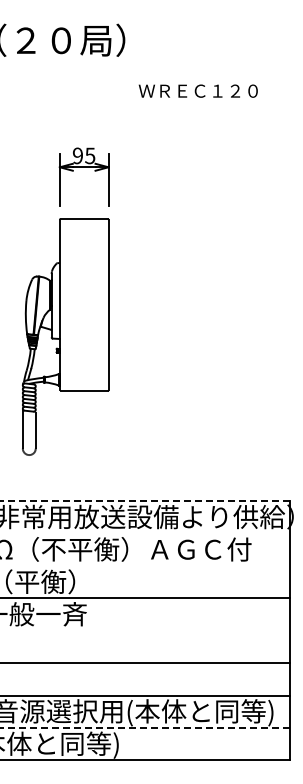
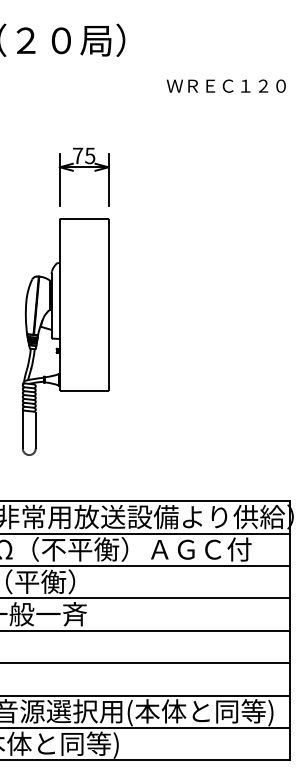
text at (197, 90) position: (197, 90) -> (225, 85)
text at (78, 155): 95 -> 75
line at (145, 501): dashed -> solid
line at (145, 533): none -> present
line at (145, 565): none -> present
line at (145, 630): none -> present
line at (145, 728): dashed -> solid
